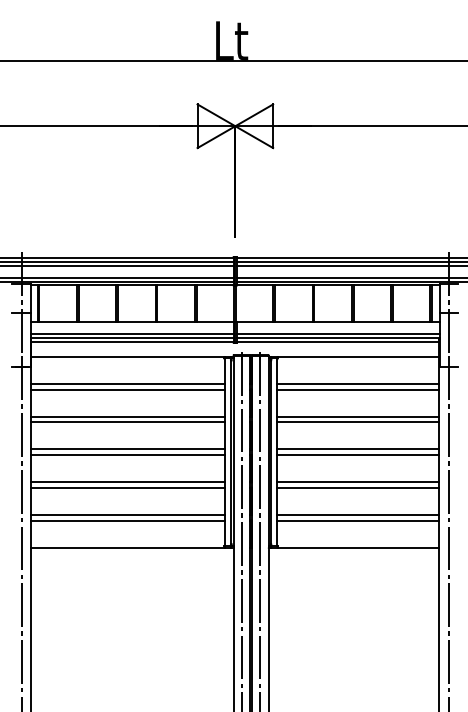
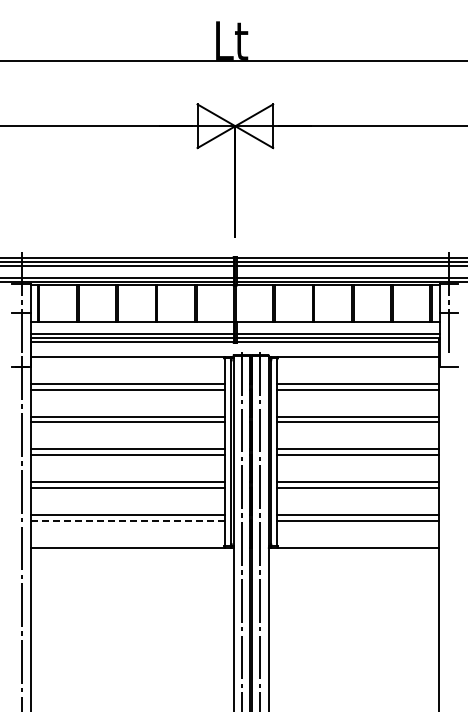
line at (128, 520): solid -> dashed
line at (449, 532): present -> none
